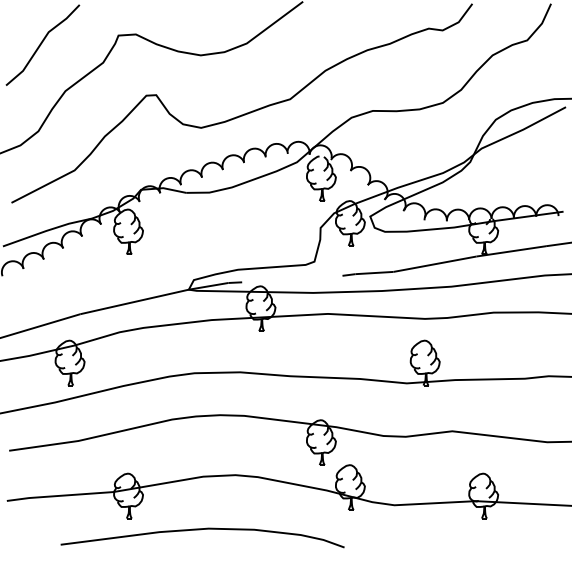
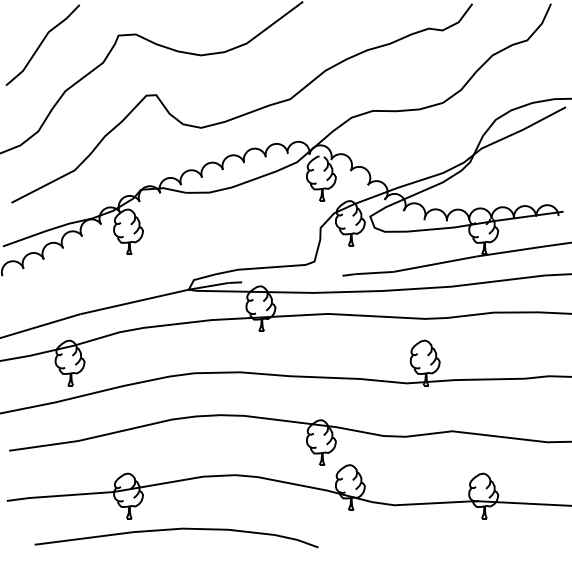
curve at (200, 530) position: (200, 530) -> (174, 530)
